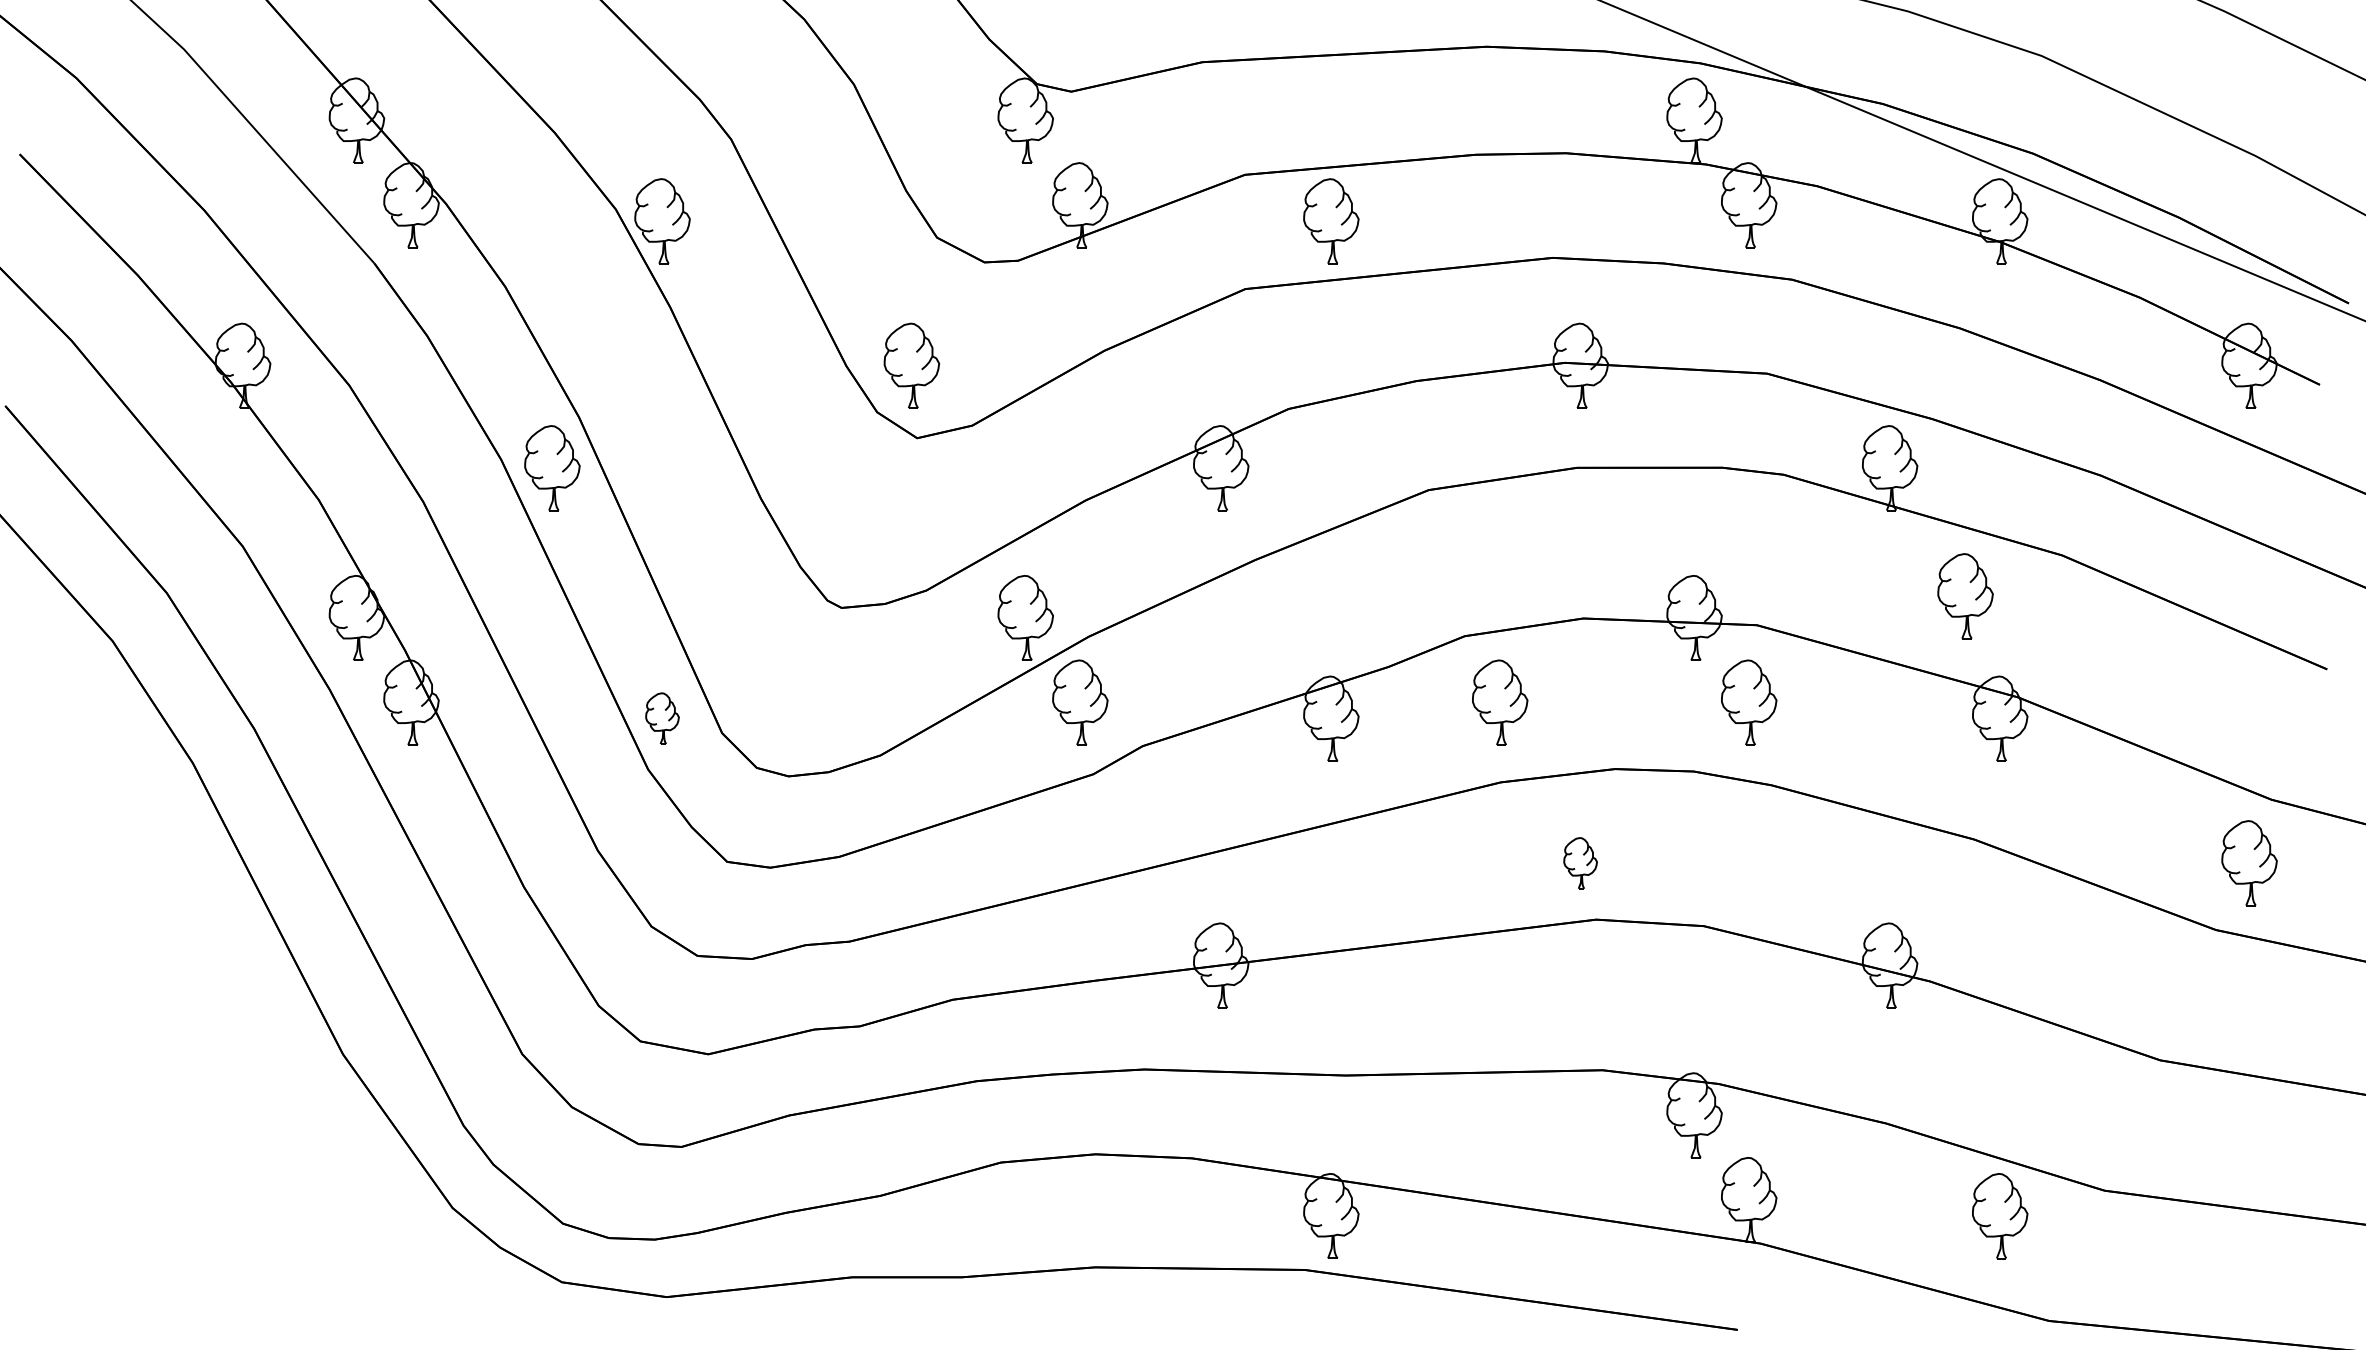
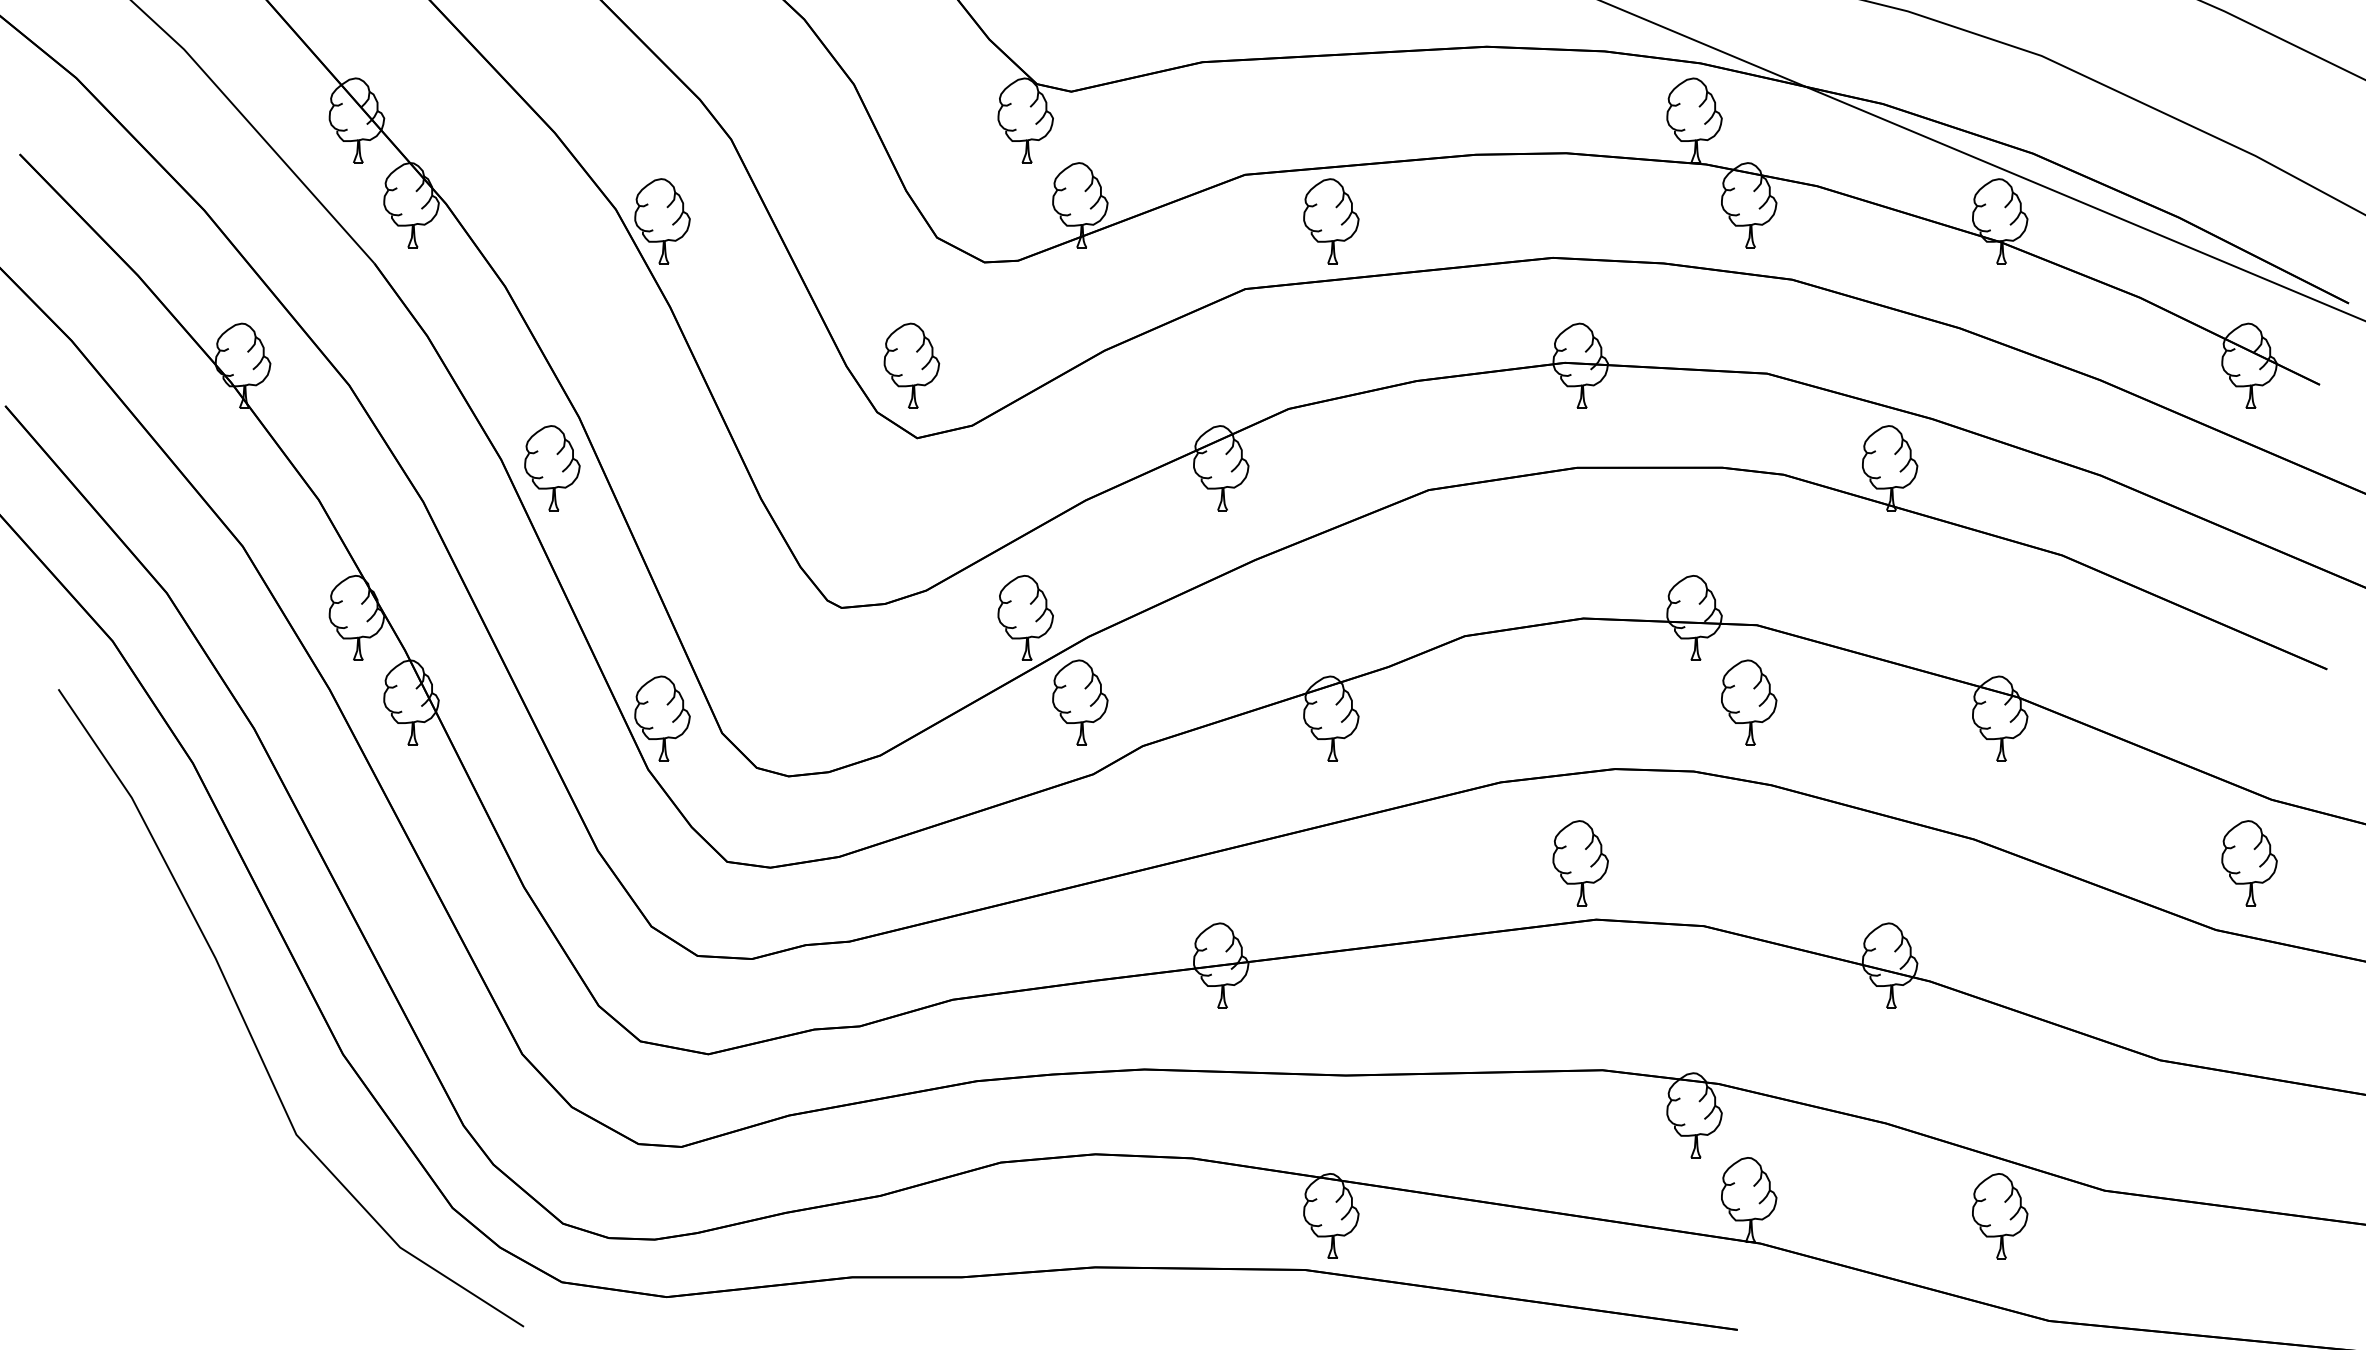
part at (1965, 596): present -> none
part at (1500, 702): present -> none
part at (662, 718) size: 35x53 px -> 57x87 px
part at (1580, 863) size: 35x53 px -> 57x87 px
curve at (249, 1029): none -> present
